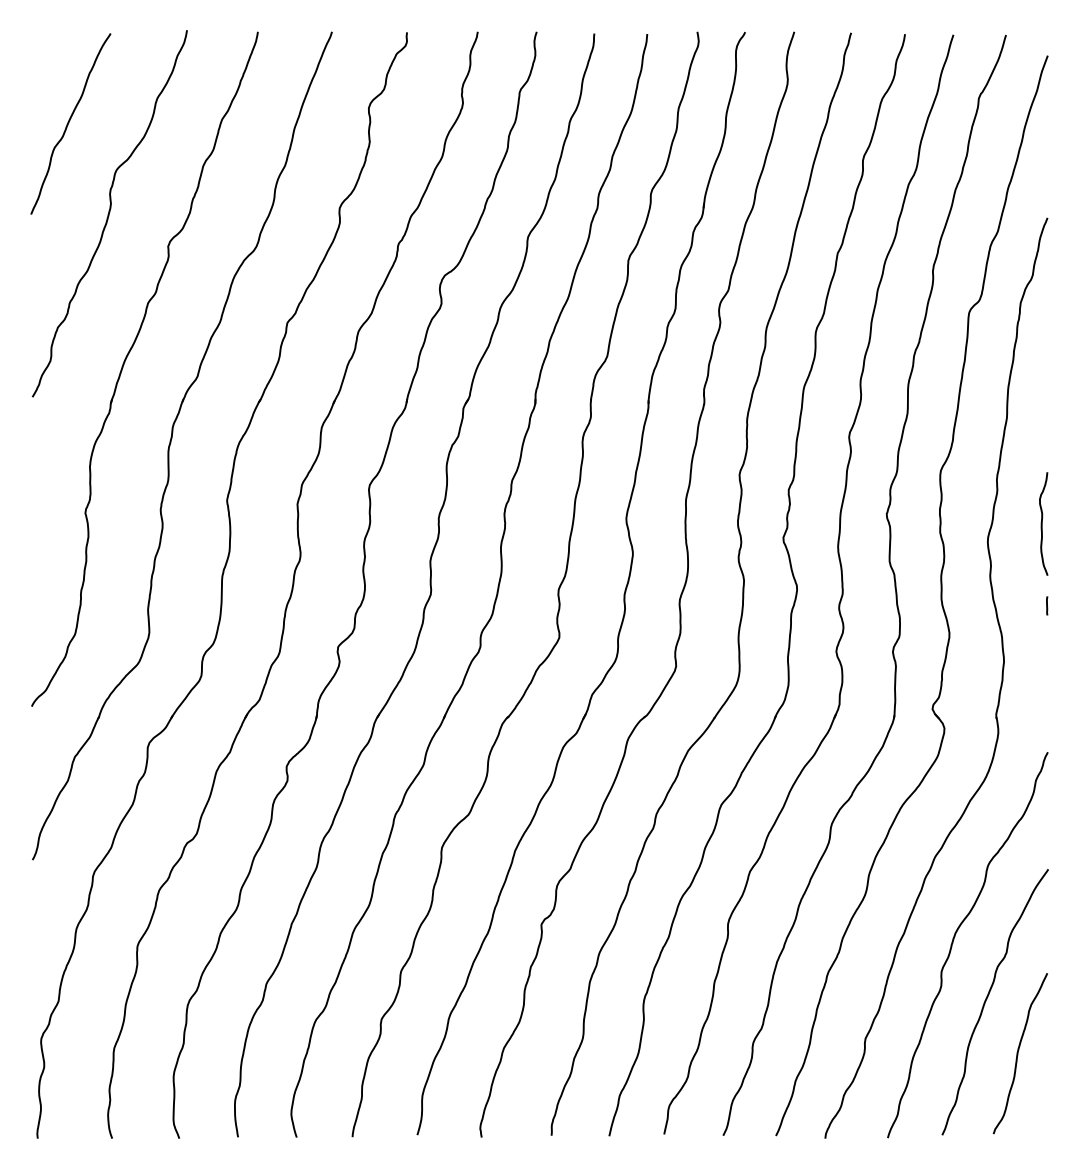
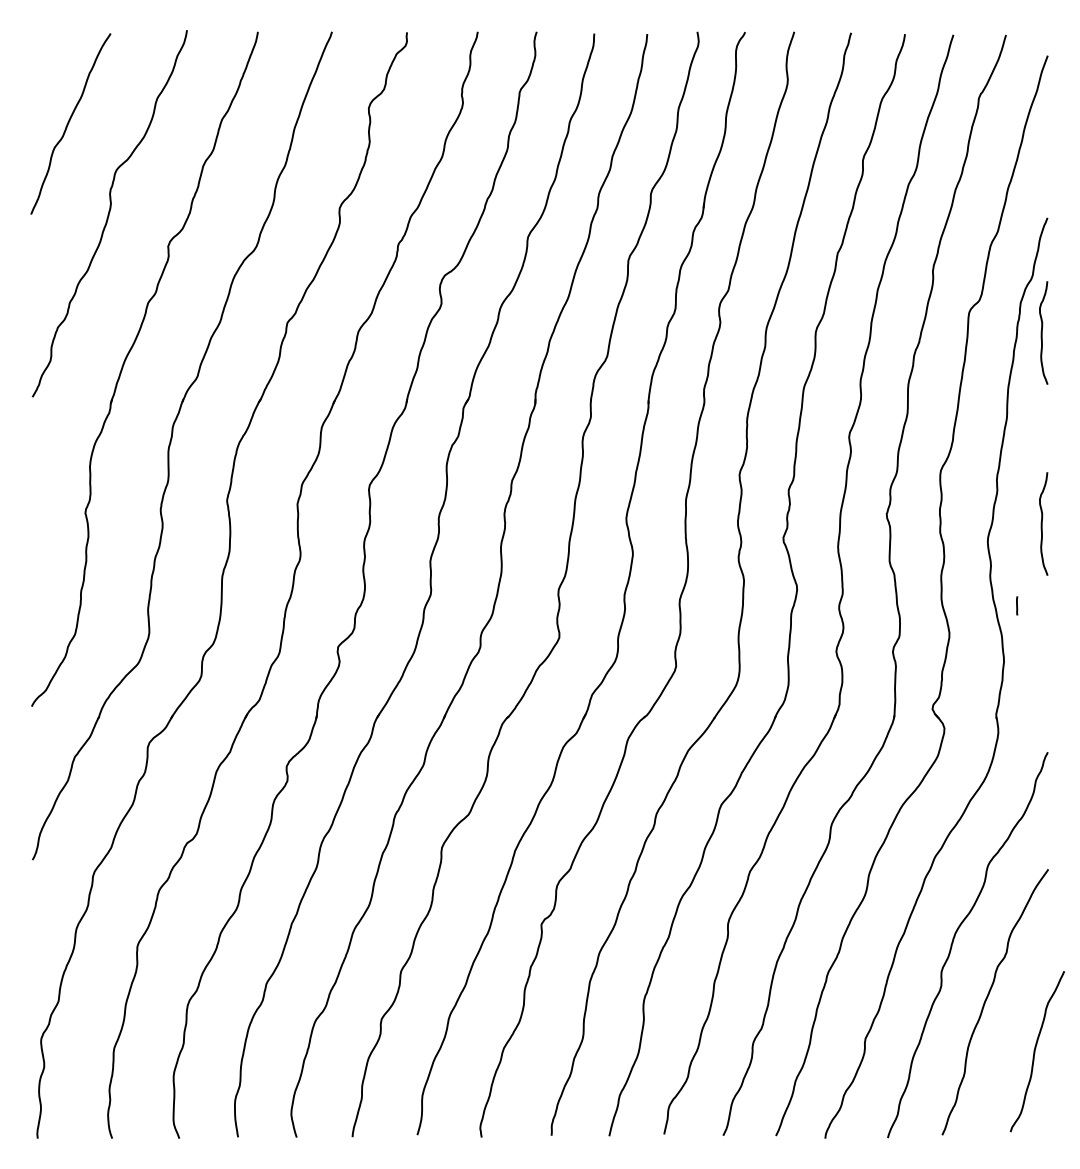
curve at (1042, 332): none -> present
line at (1047, 605) position: (1047, 605) -> (1017, 605)
curve at (1018, 1053) position: (1018, 1053) -> (1035, 1051)
